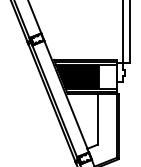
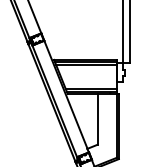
hatch at (77, 76): present -> none
